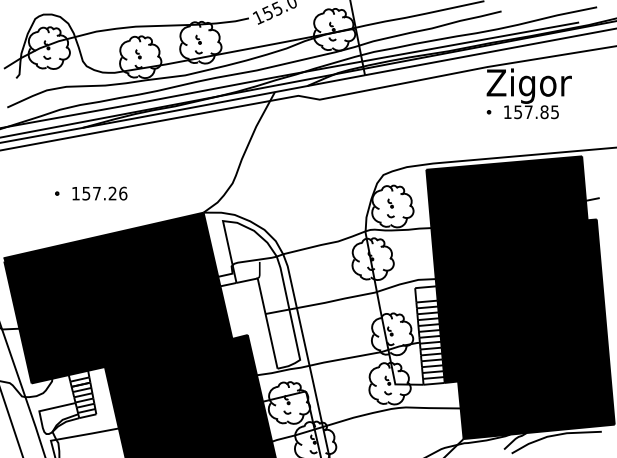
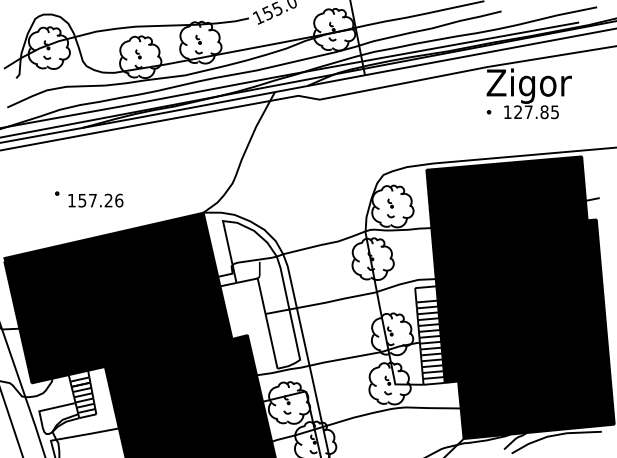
text at (518, 112): 157.85 -> 127.85
text at (99, 193) position: (99, 193) -> (95, 200)
